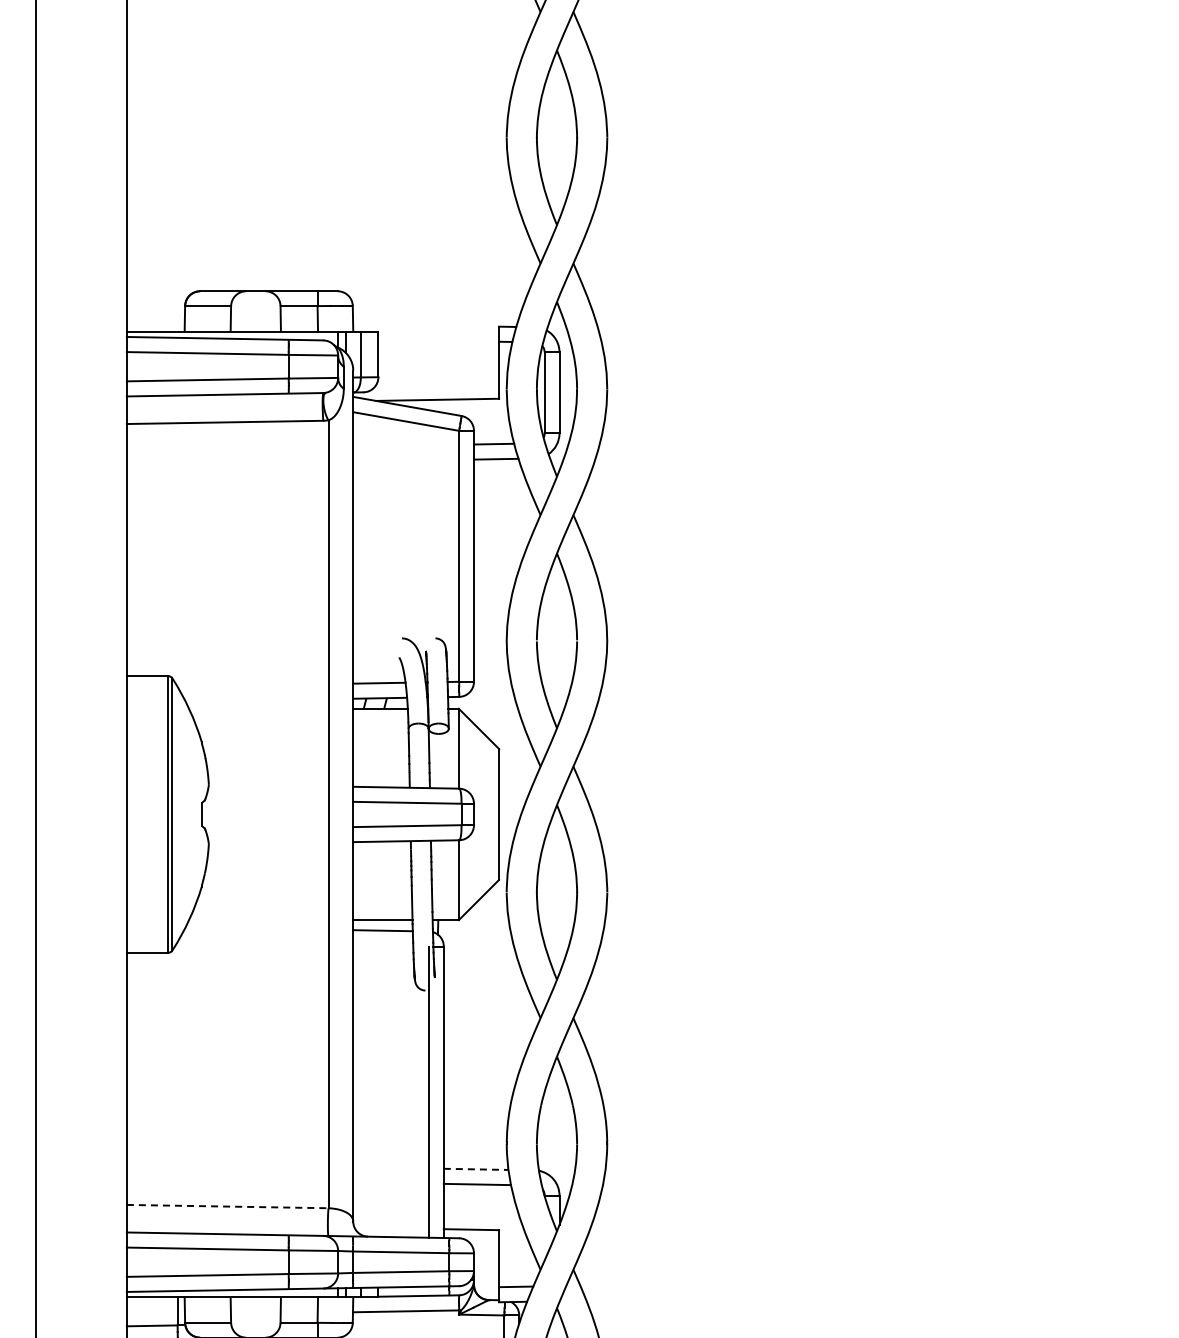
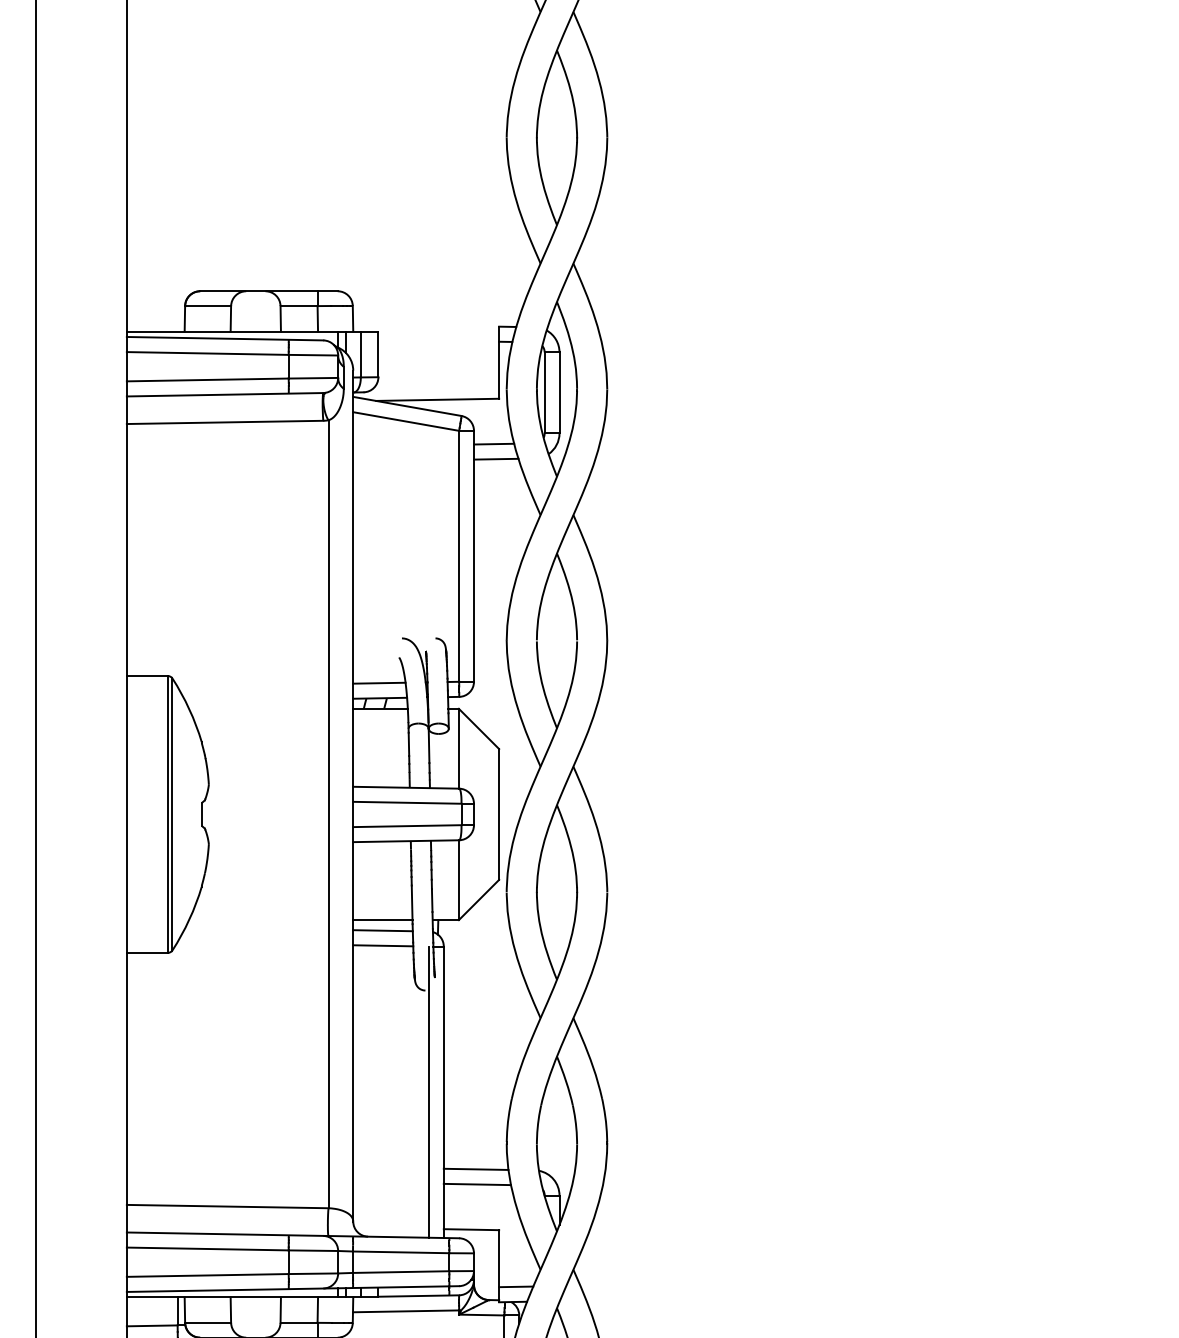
line at (383, 945): none -> present
line at (476, 1169): dashed -> solid
line at (227, 1206): dashed -> solid
